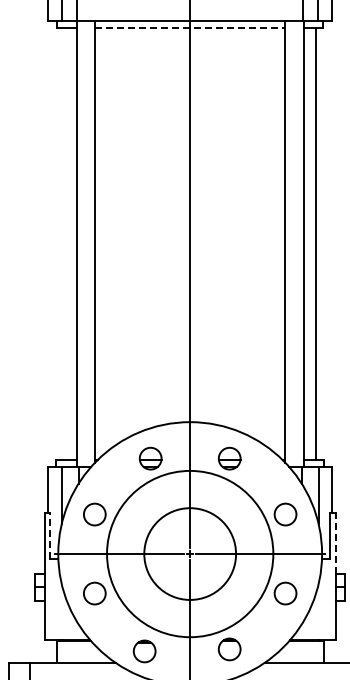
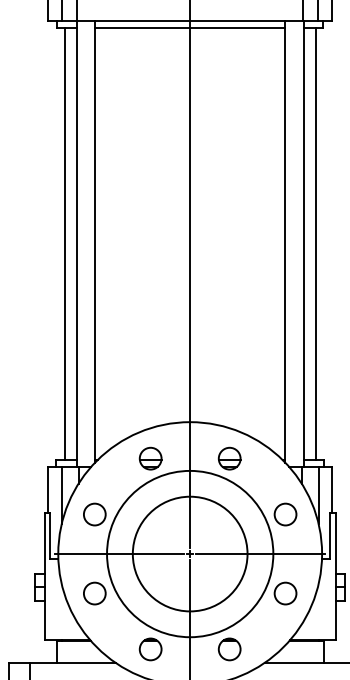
line at (190, 28): dashed -> solid
line at (64, 244): none -> present
line at (50, 535): dashed -> solid
line at (335, 542): dashed -> solid
circle at (190, 553) diameter: 92 px -> 115 px
part at (144, 651) position: (144, 651) -> (150, 649)
